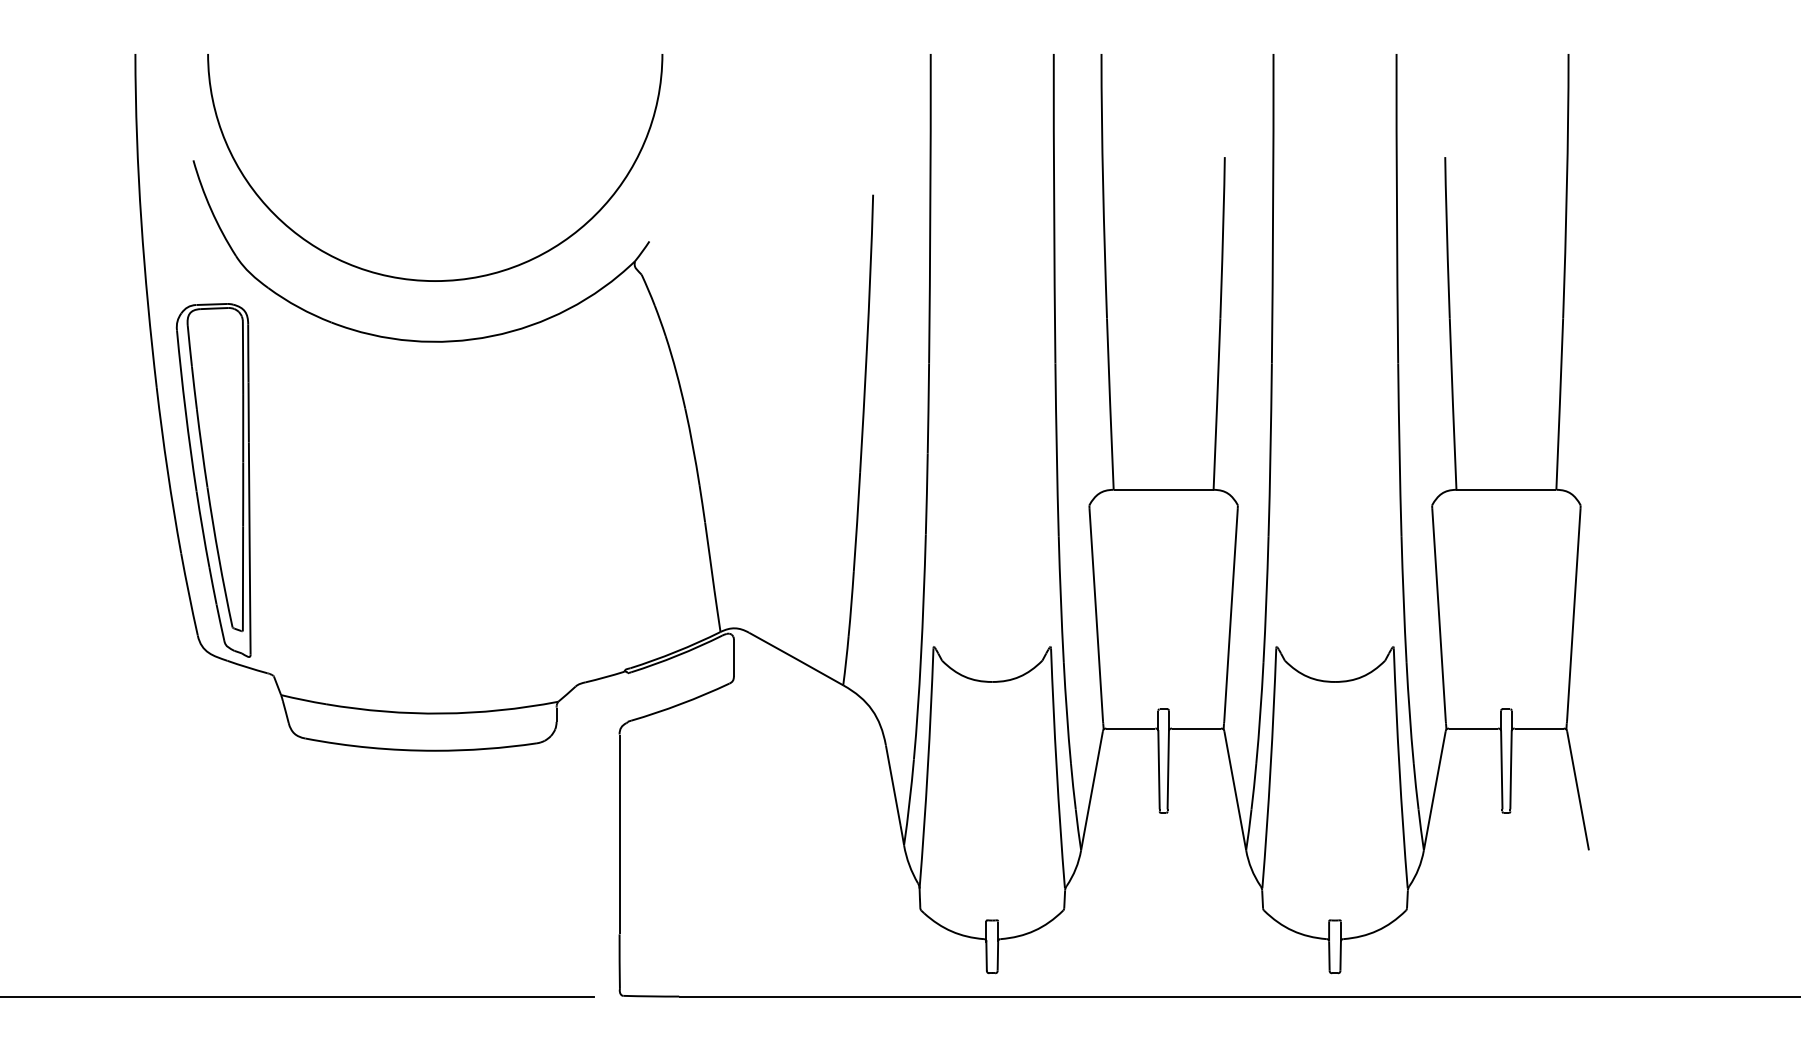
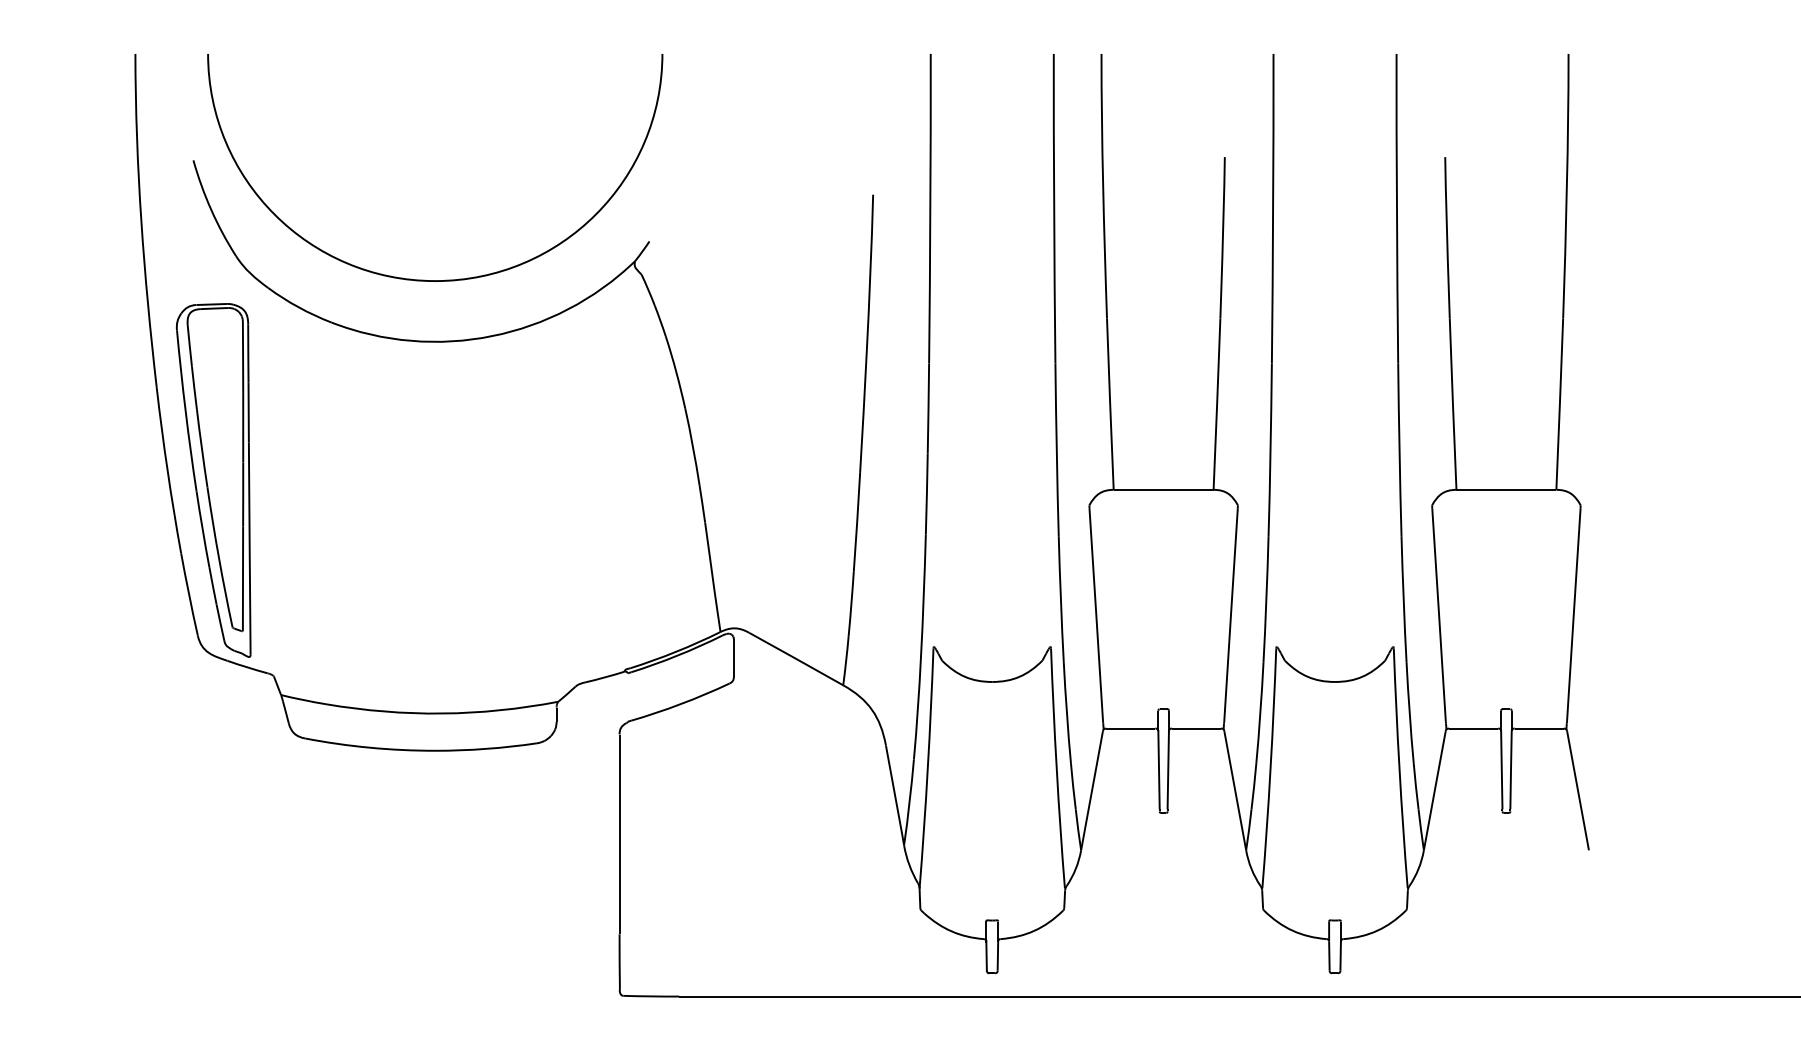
line at (297, 996): present -> none
